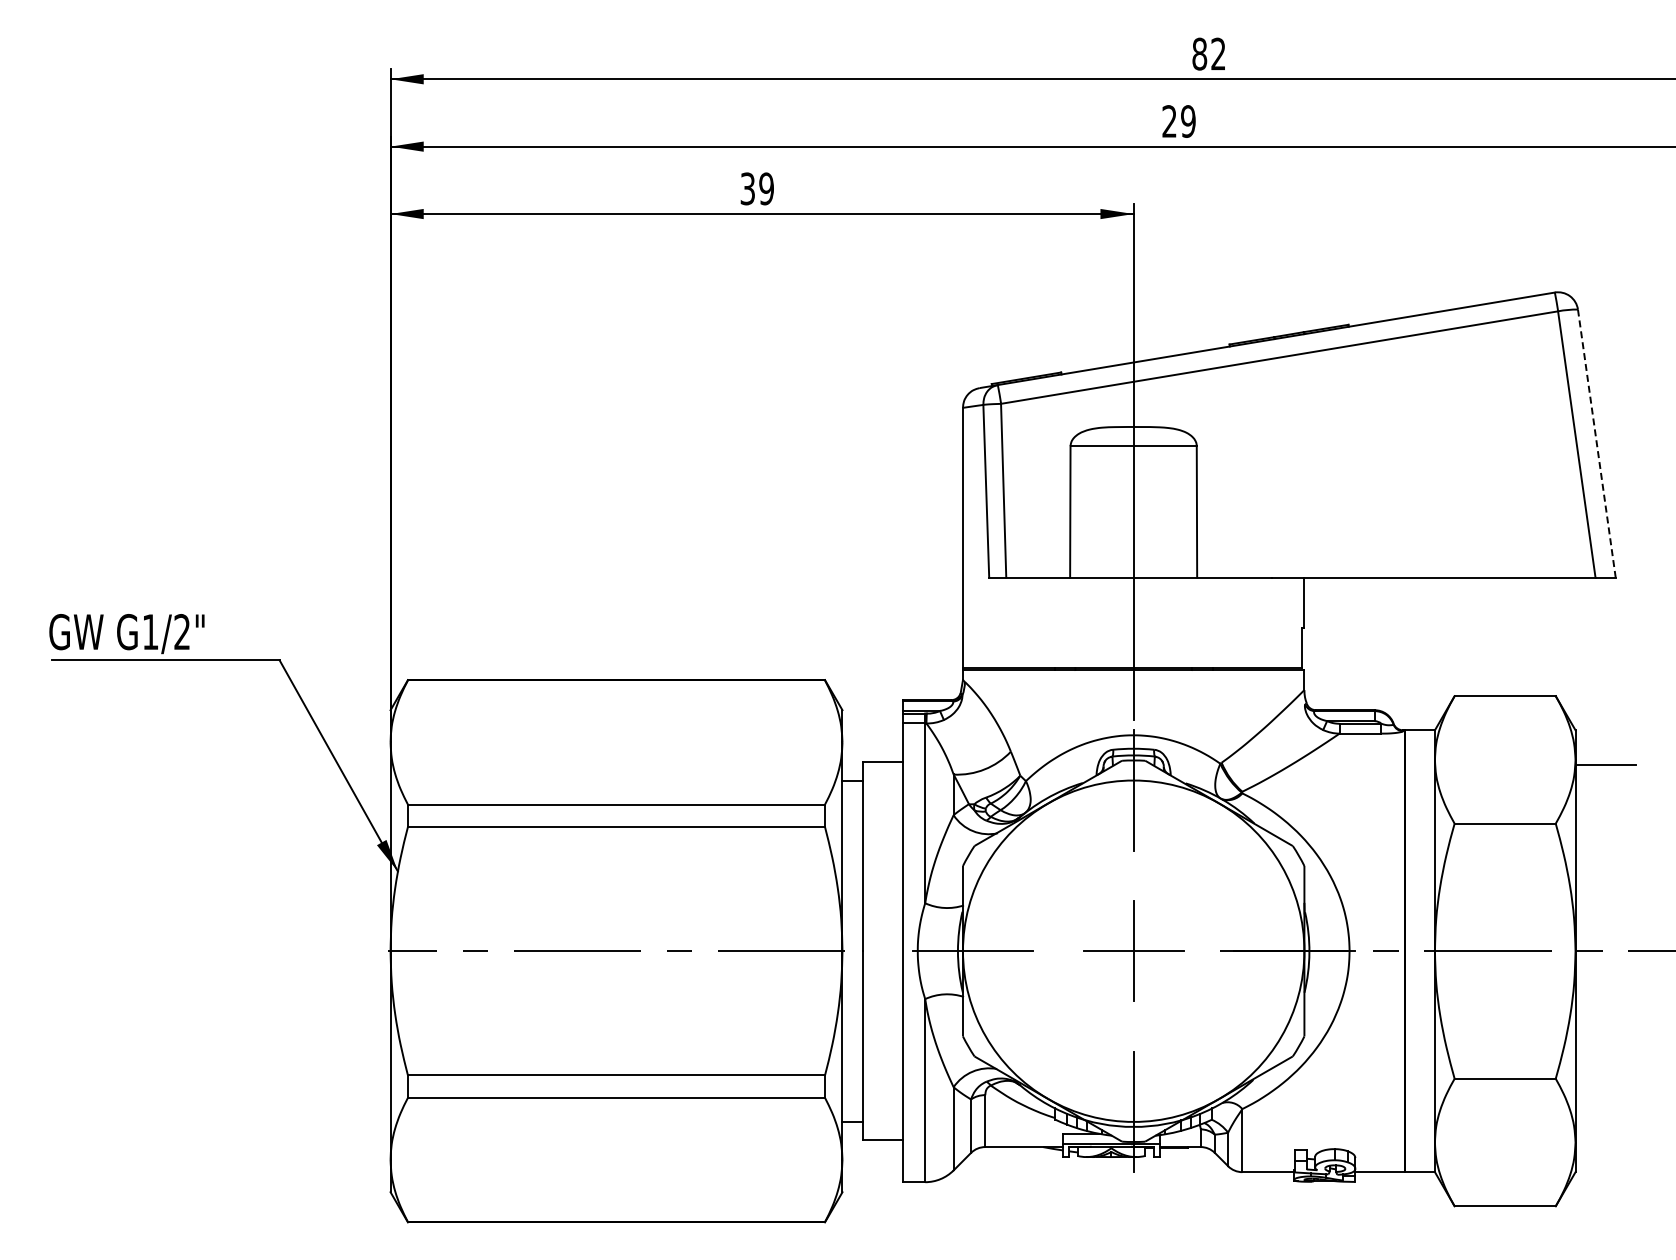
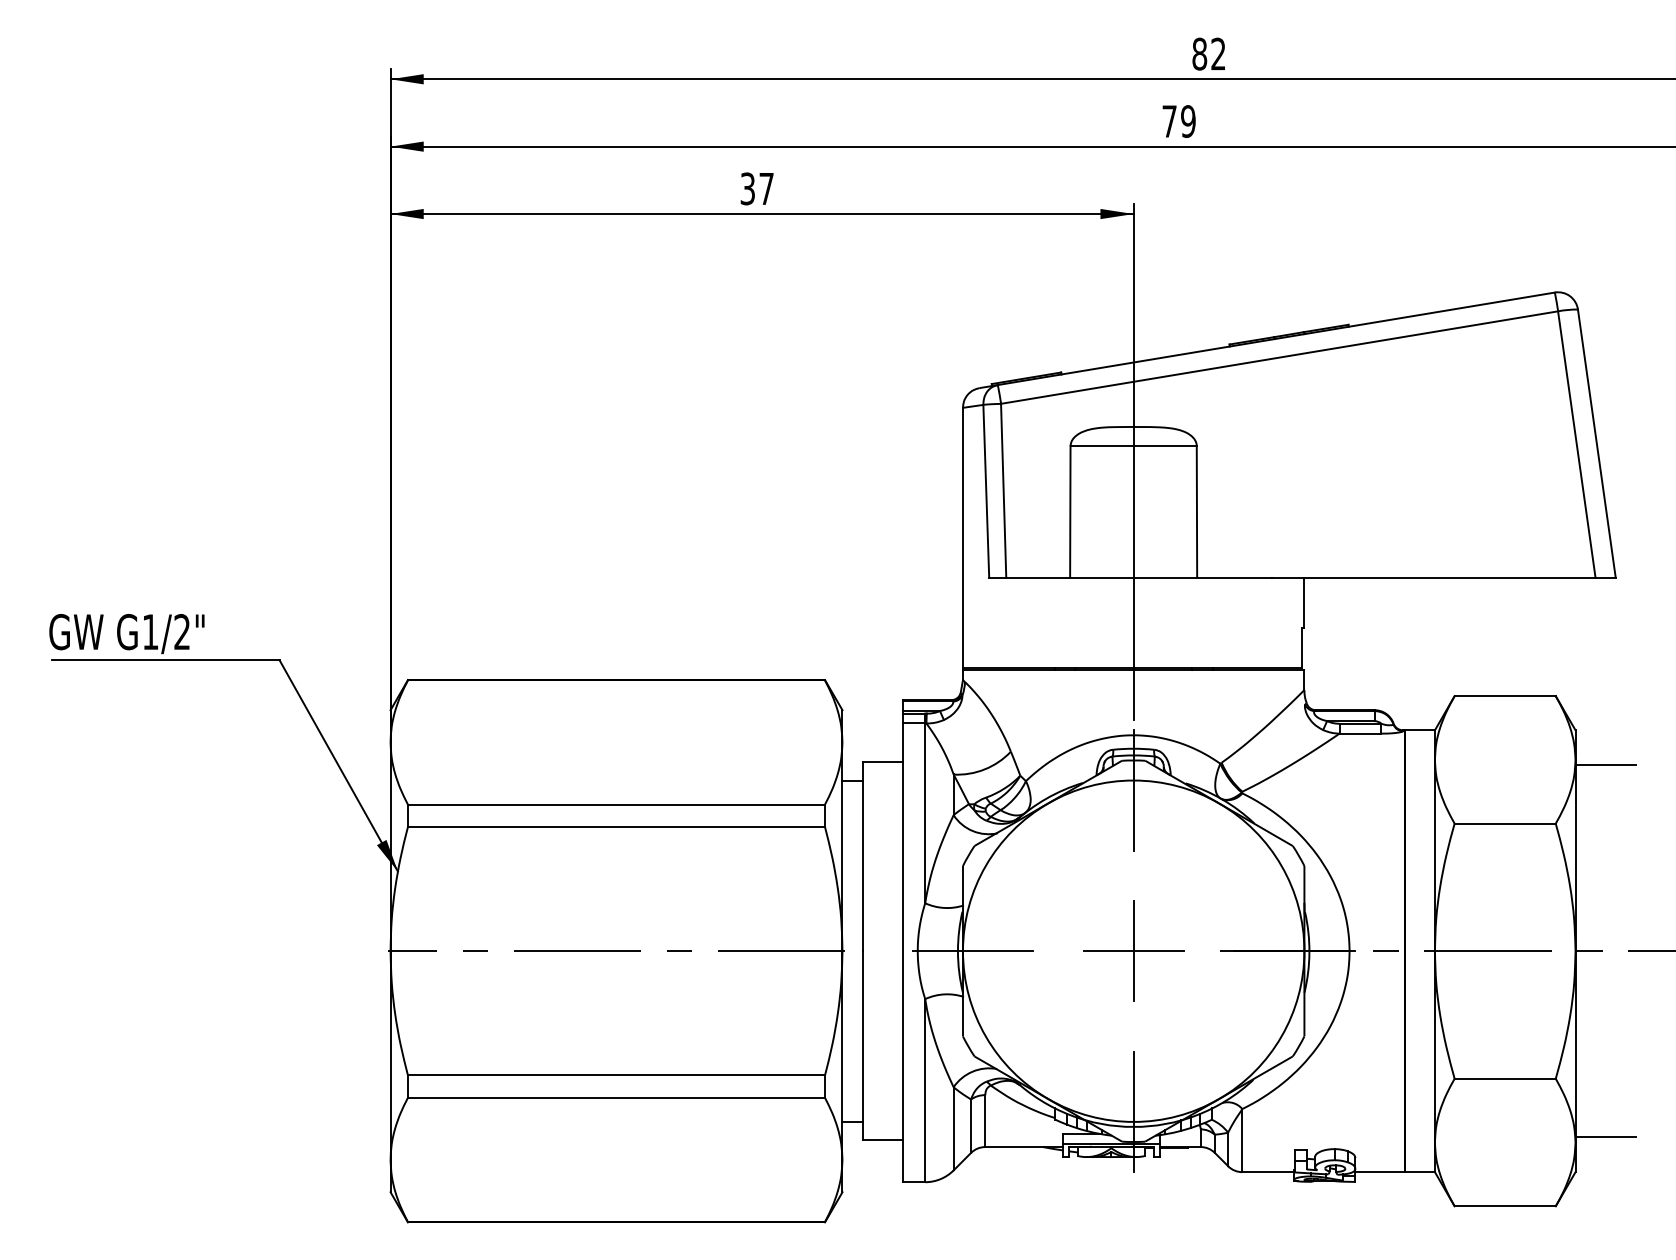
text at (1169, 121): 29 -> 79
text at (766, 188): 39 -> 37
line at (1596, 444): dashed -> solid
line at (1605, 1137): none -> present
